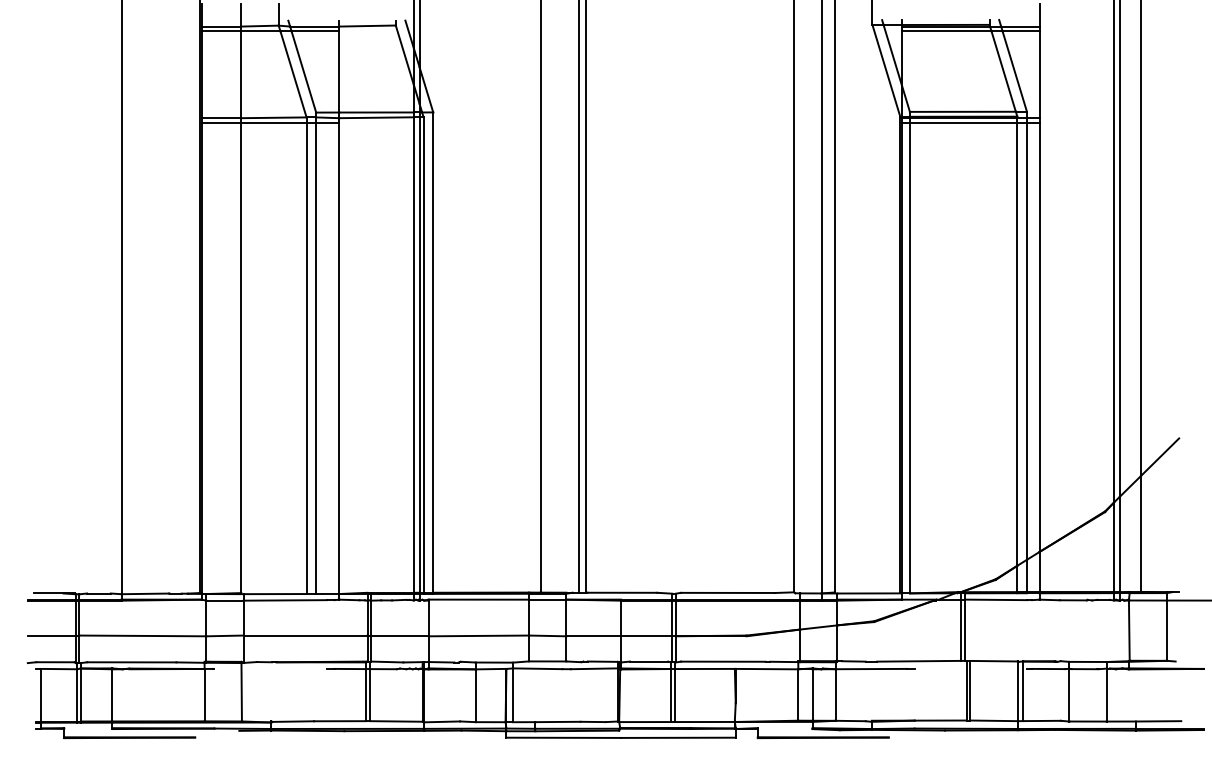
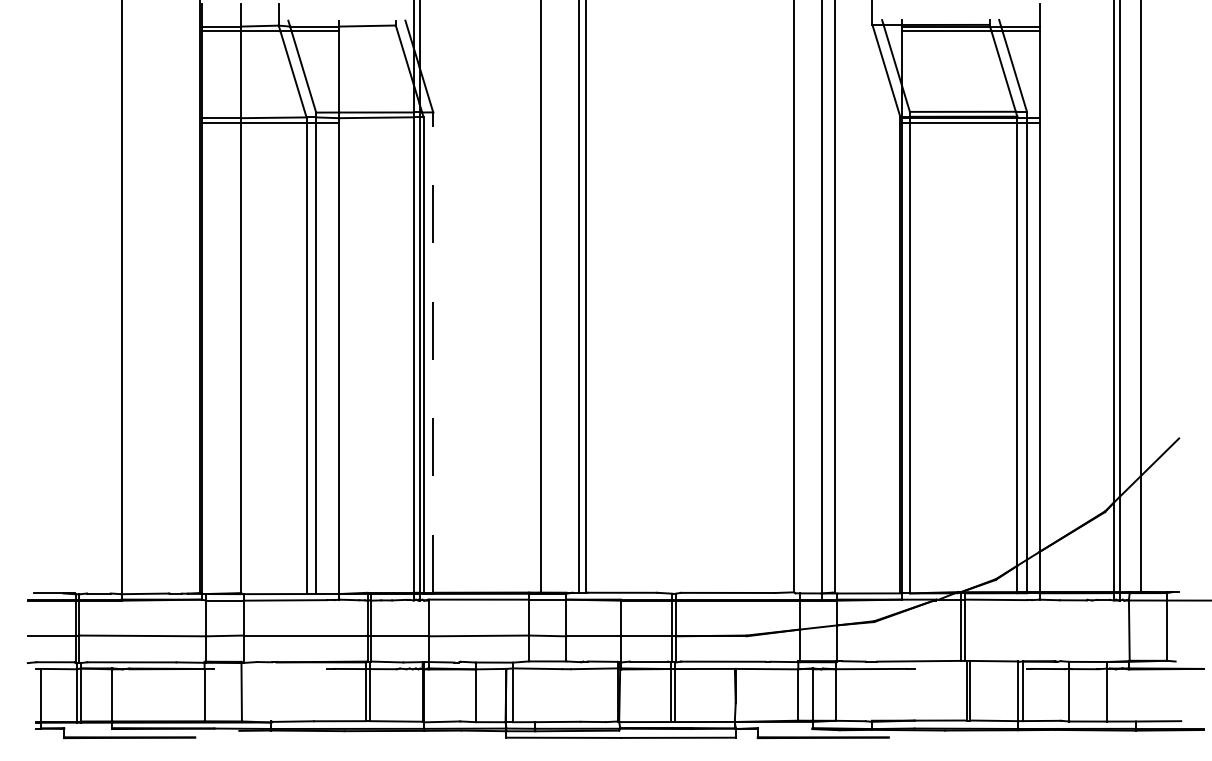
line at (433, 352): solid -> dashed
